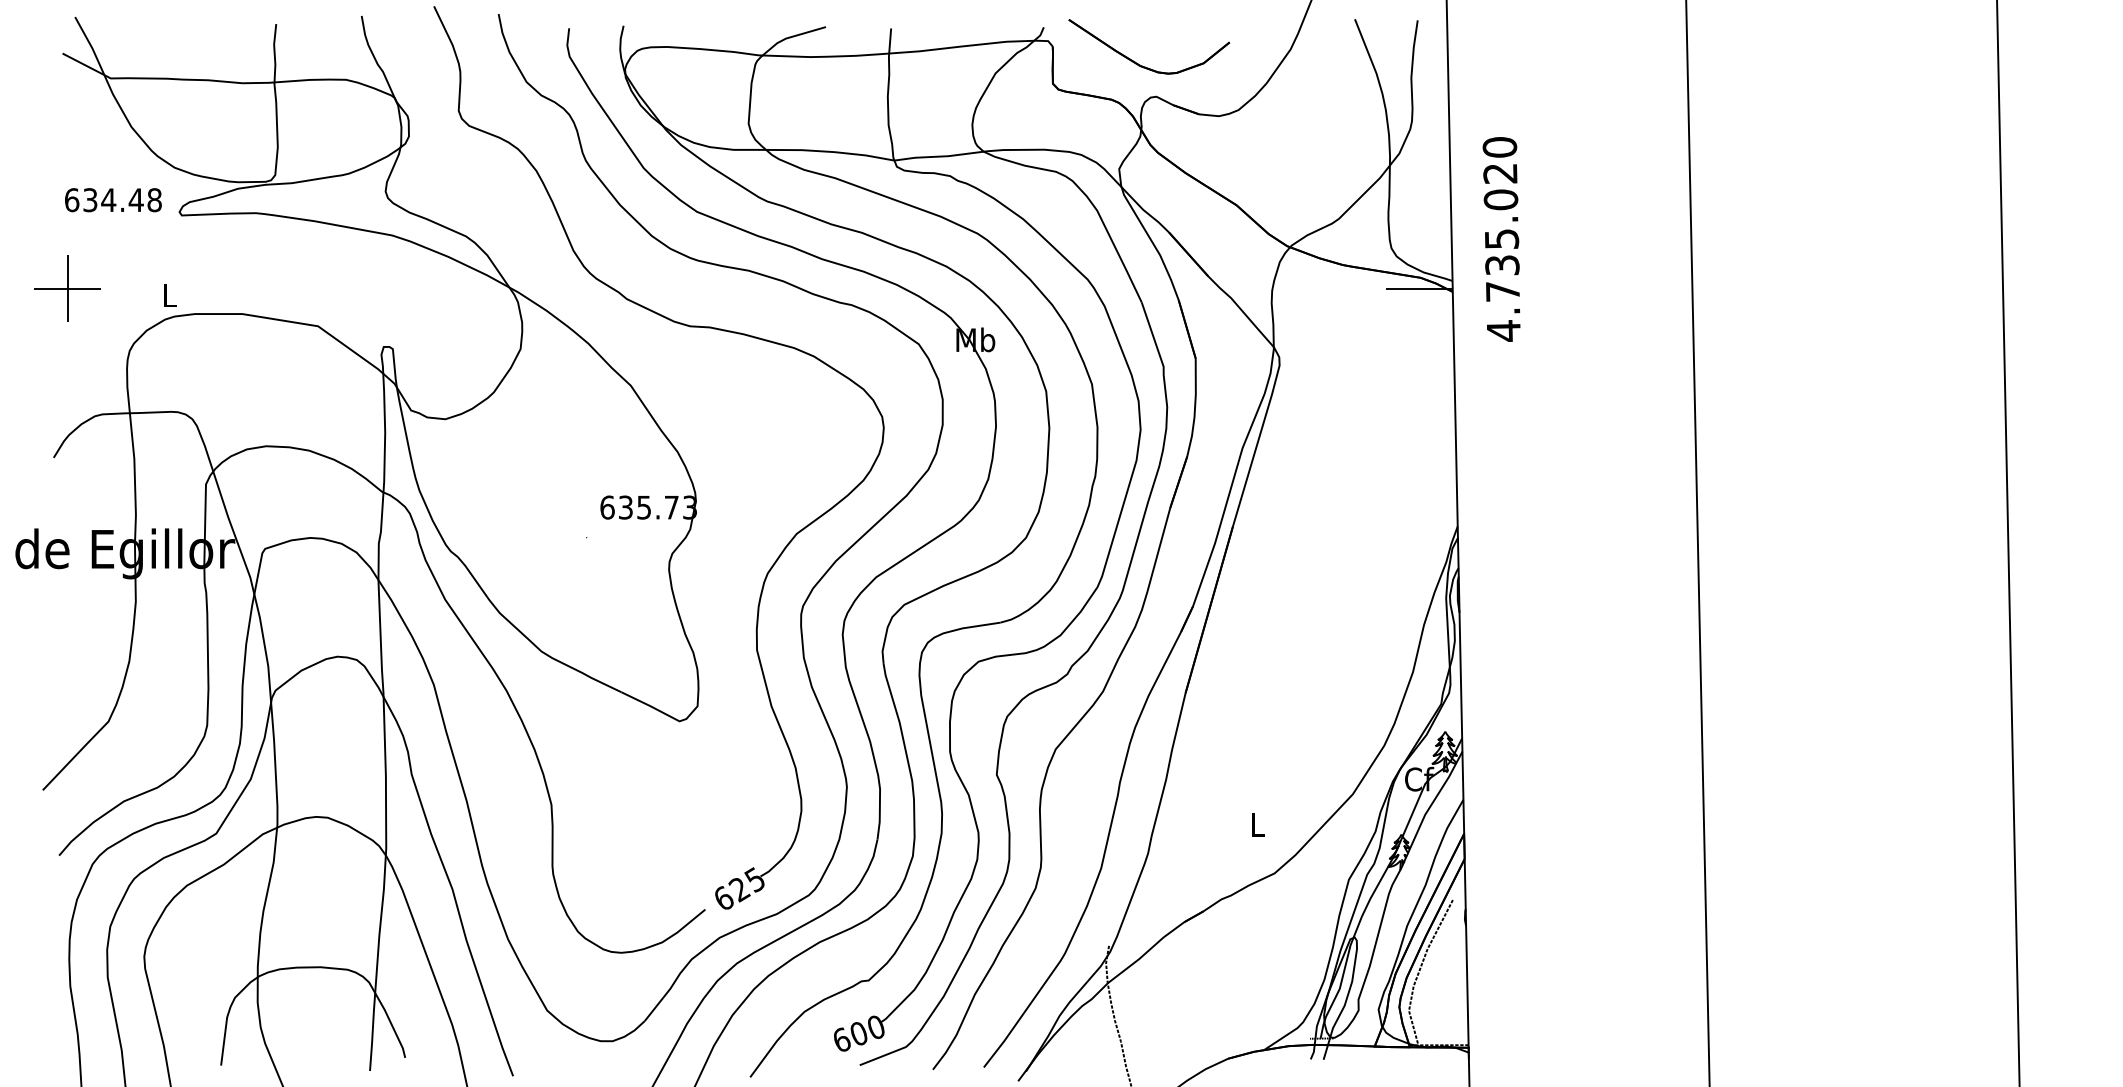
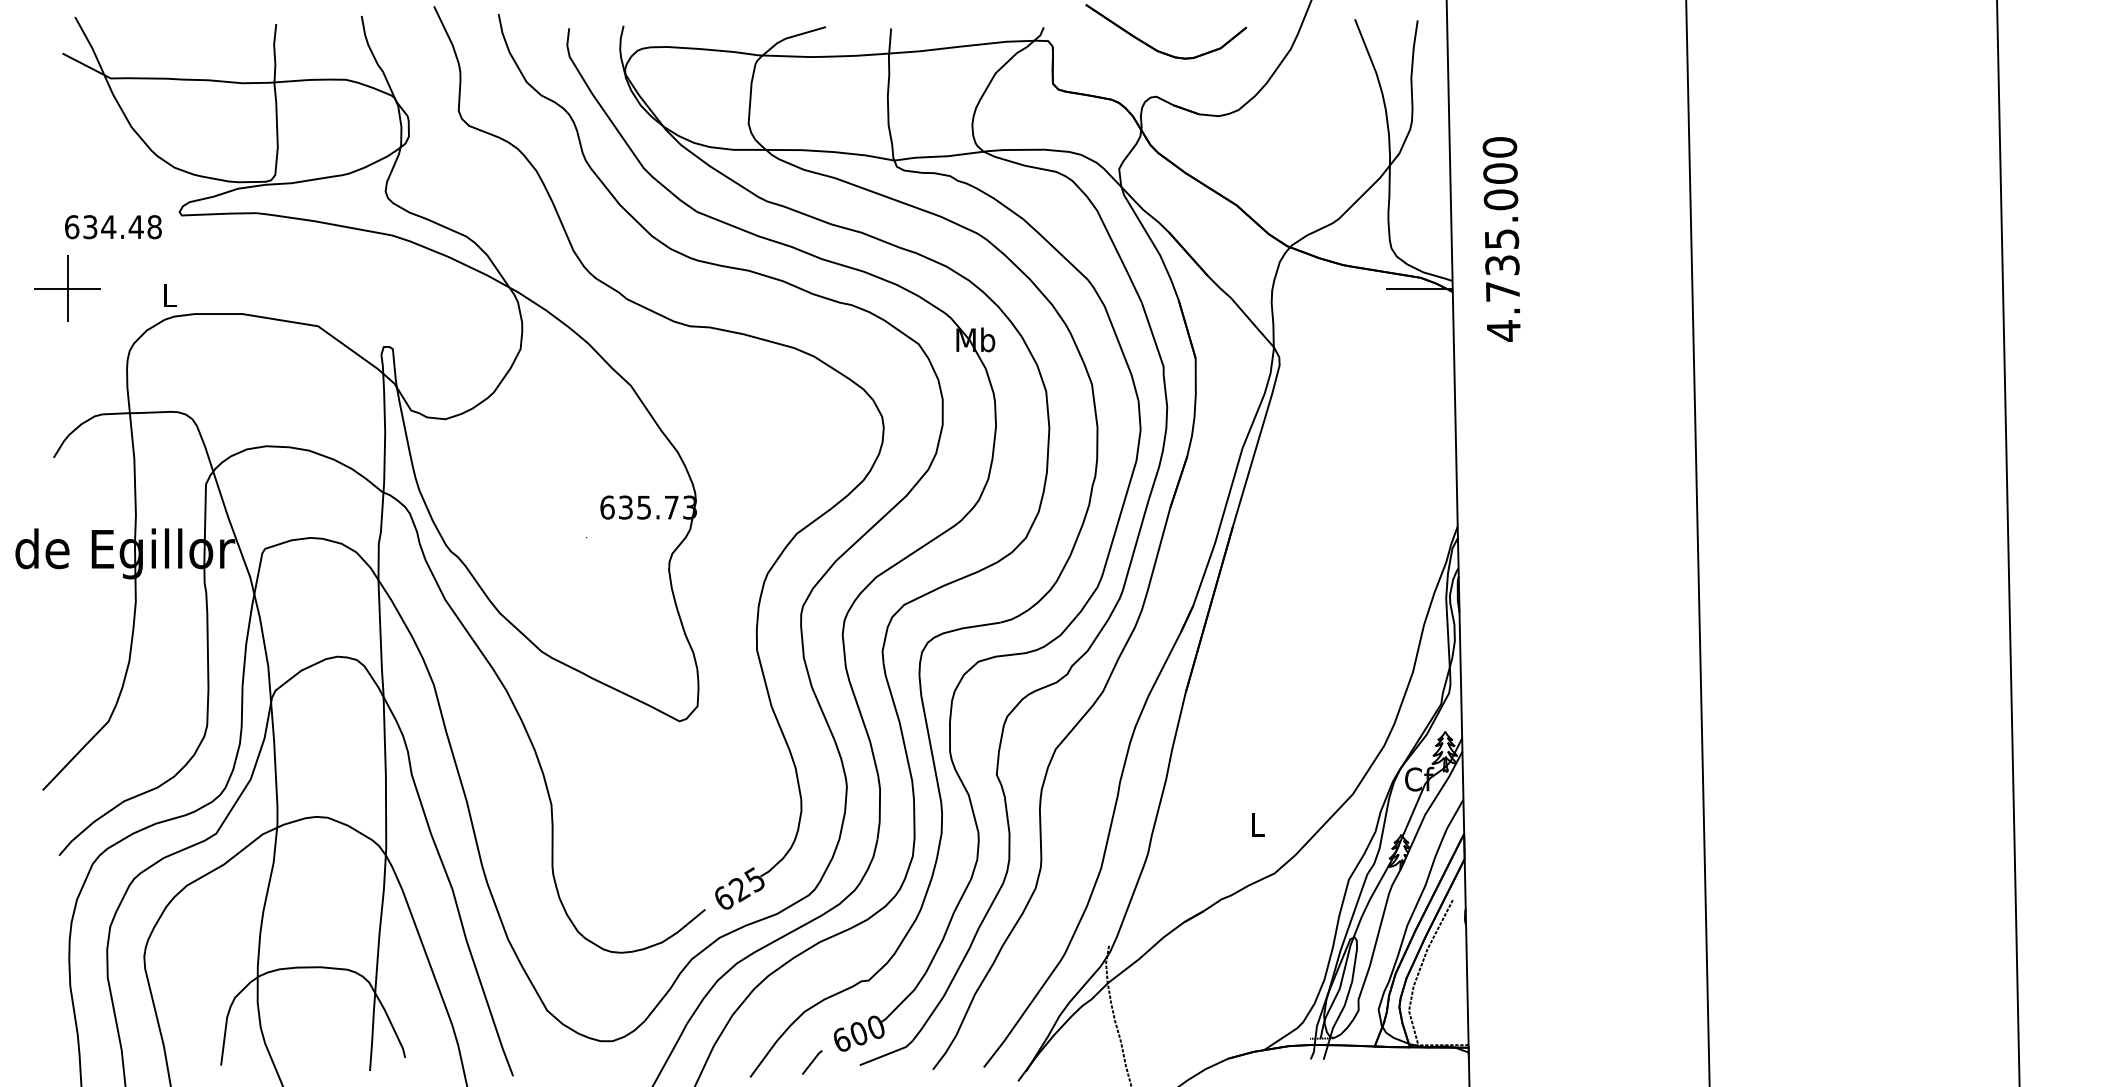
part at (1140, 64) position: (1140, 64) -> (1157, 49)
text at (1500, 173): 4.735.020 -> 4.735.000
text at (113, 200) position: (113, 200) -> (113, 227)
line at (812, 1062): none -> present
